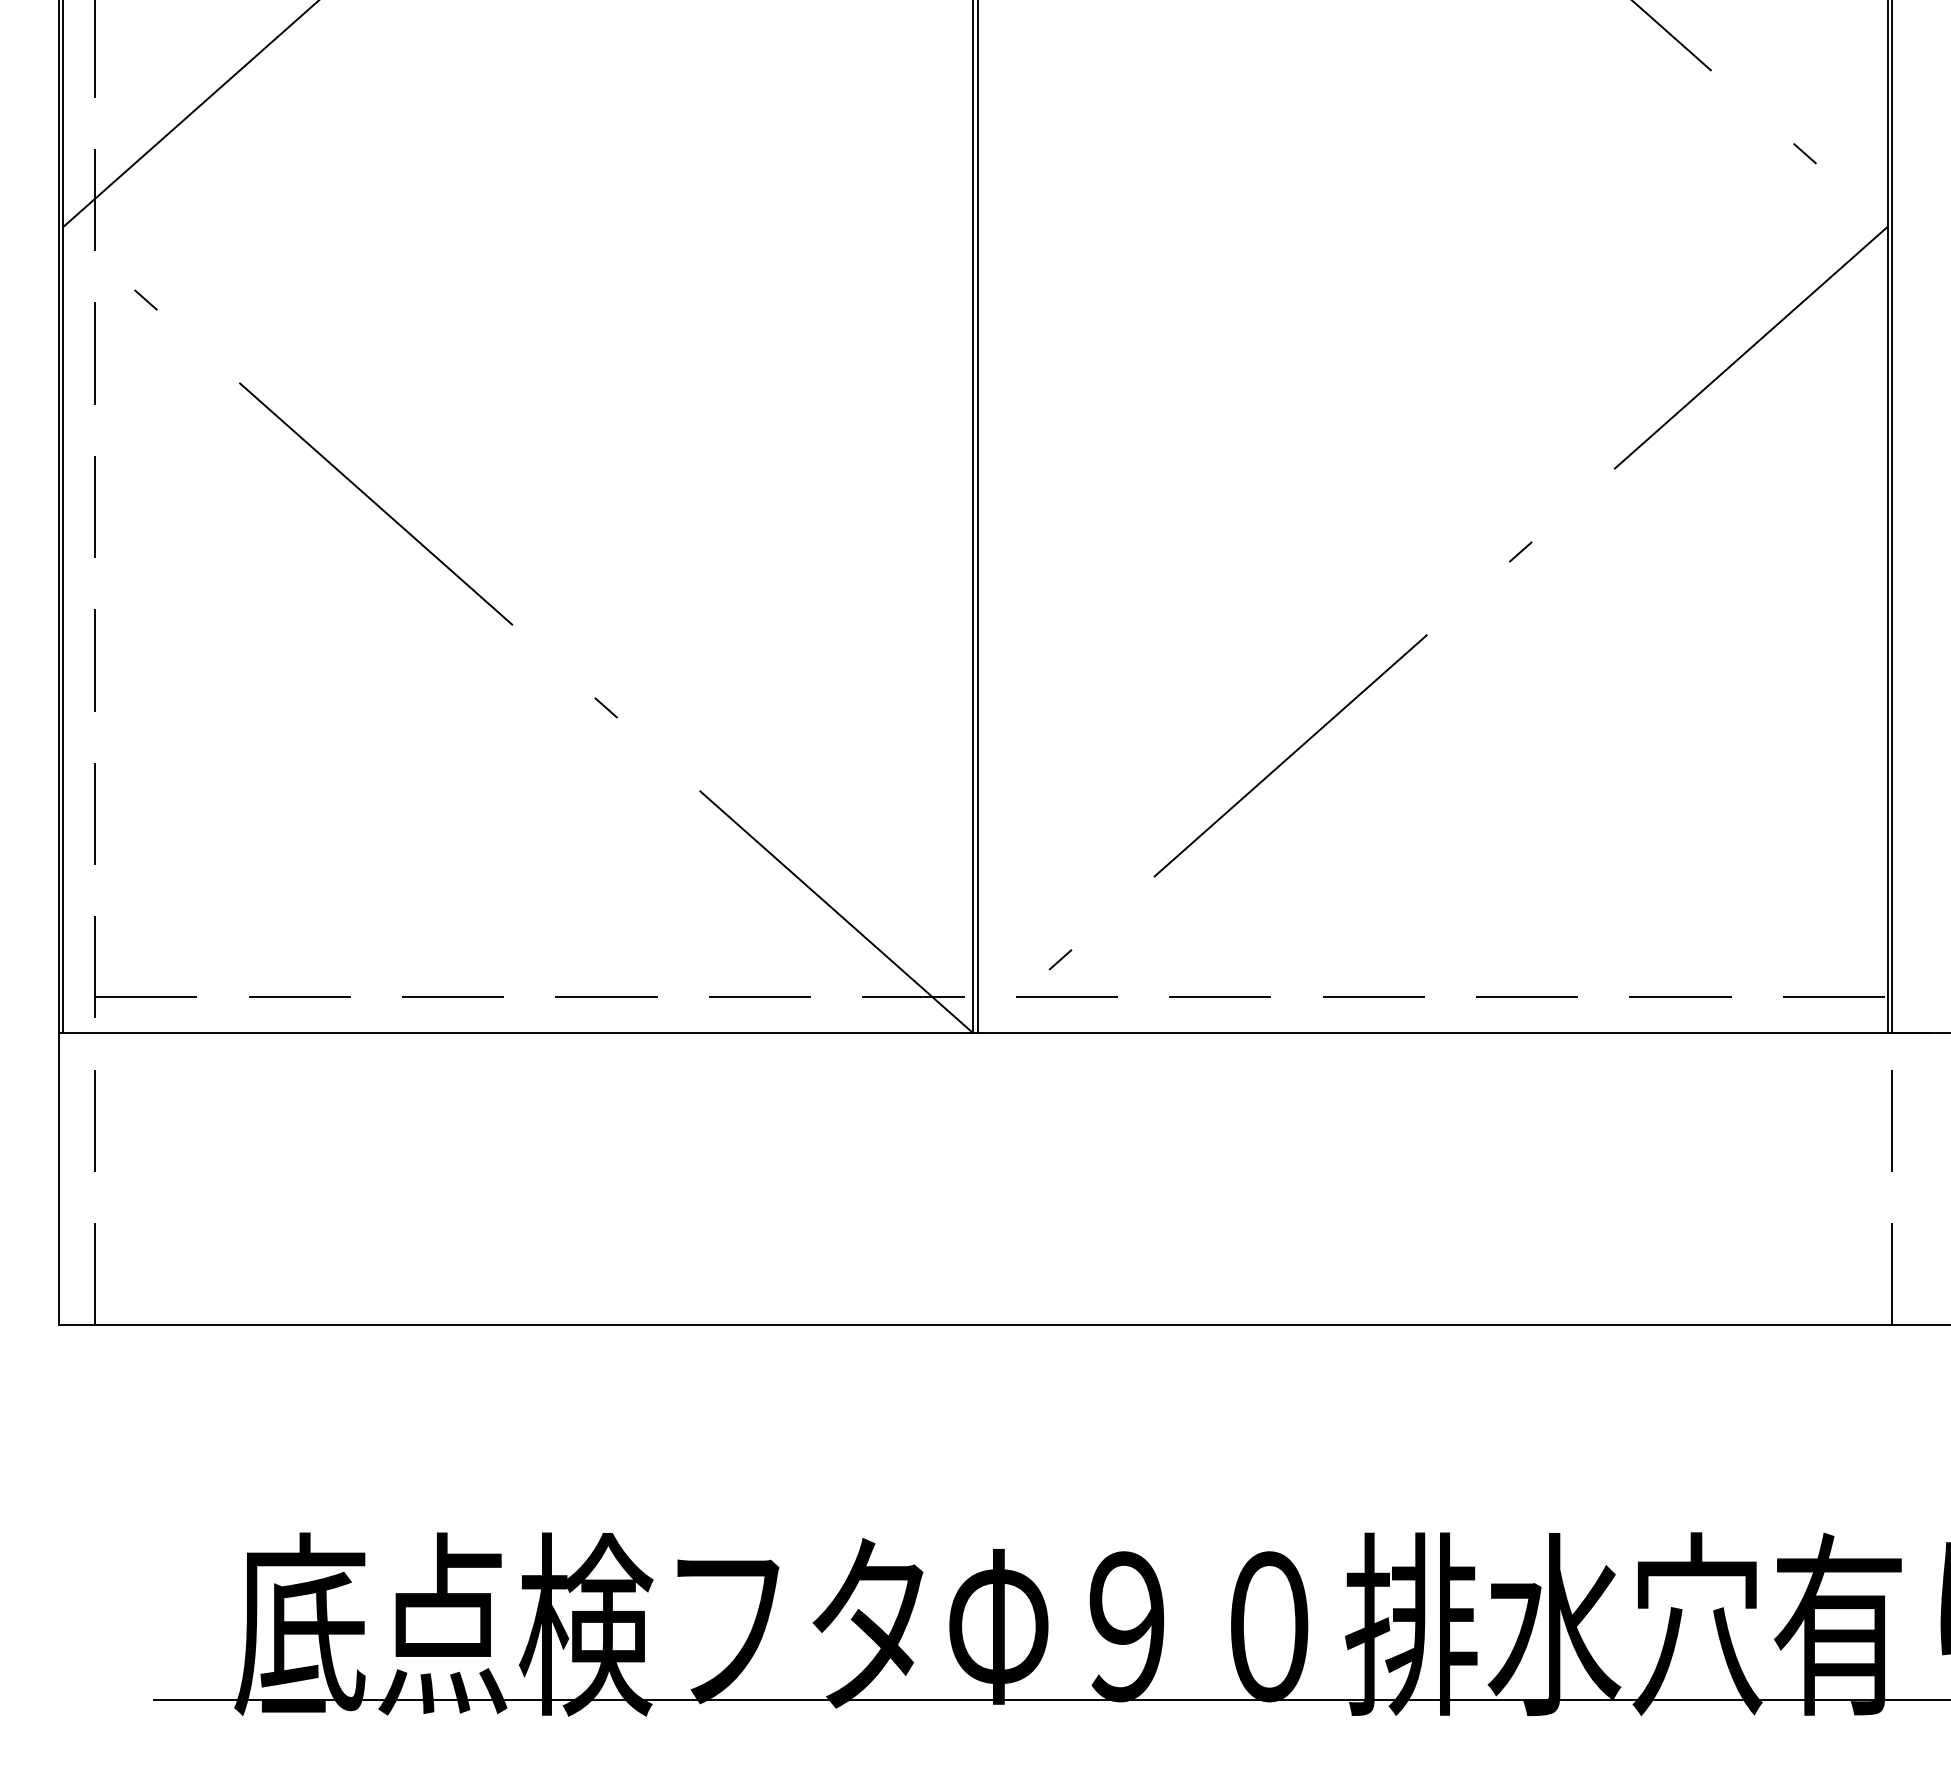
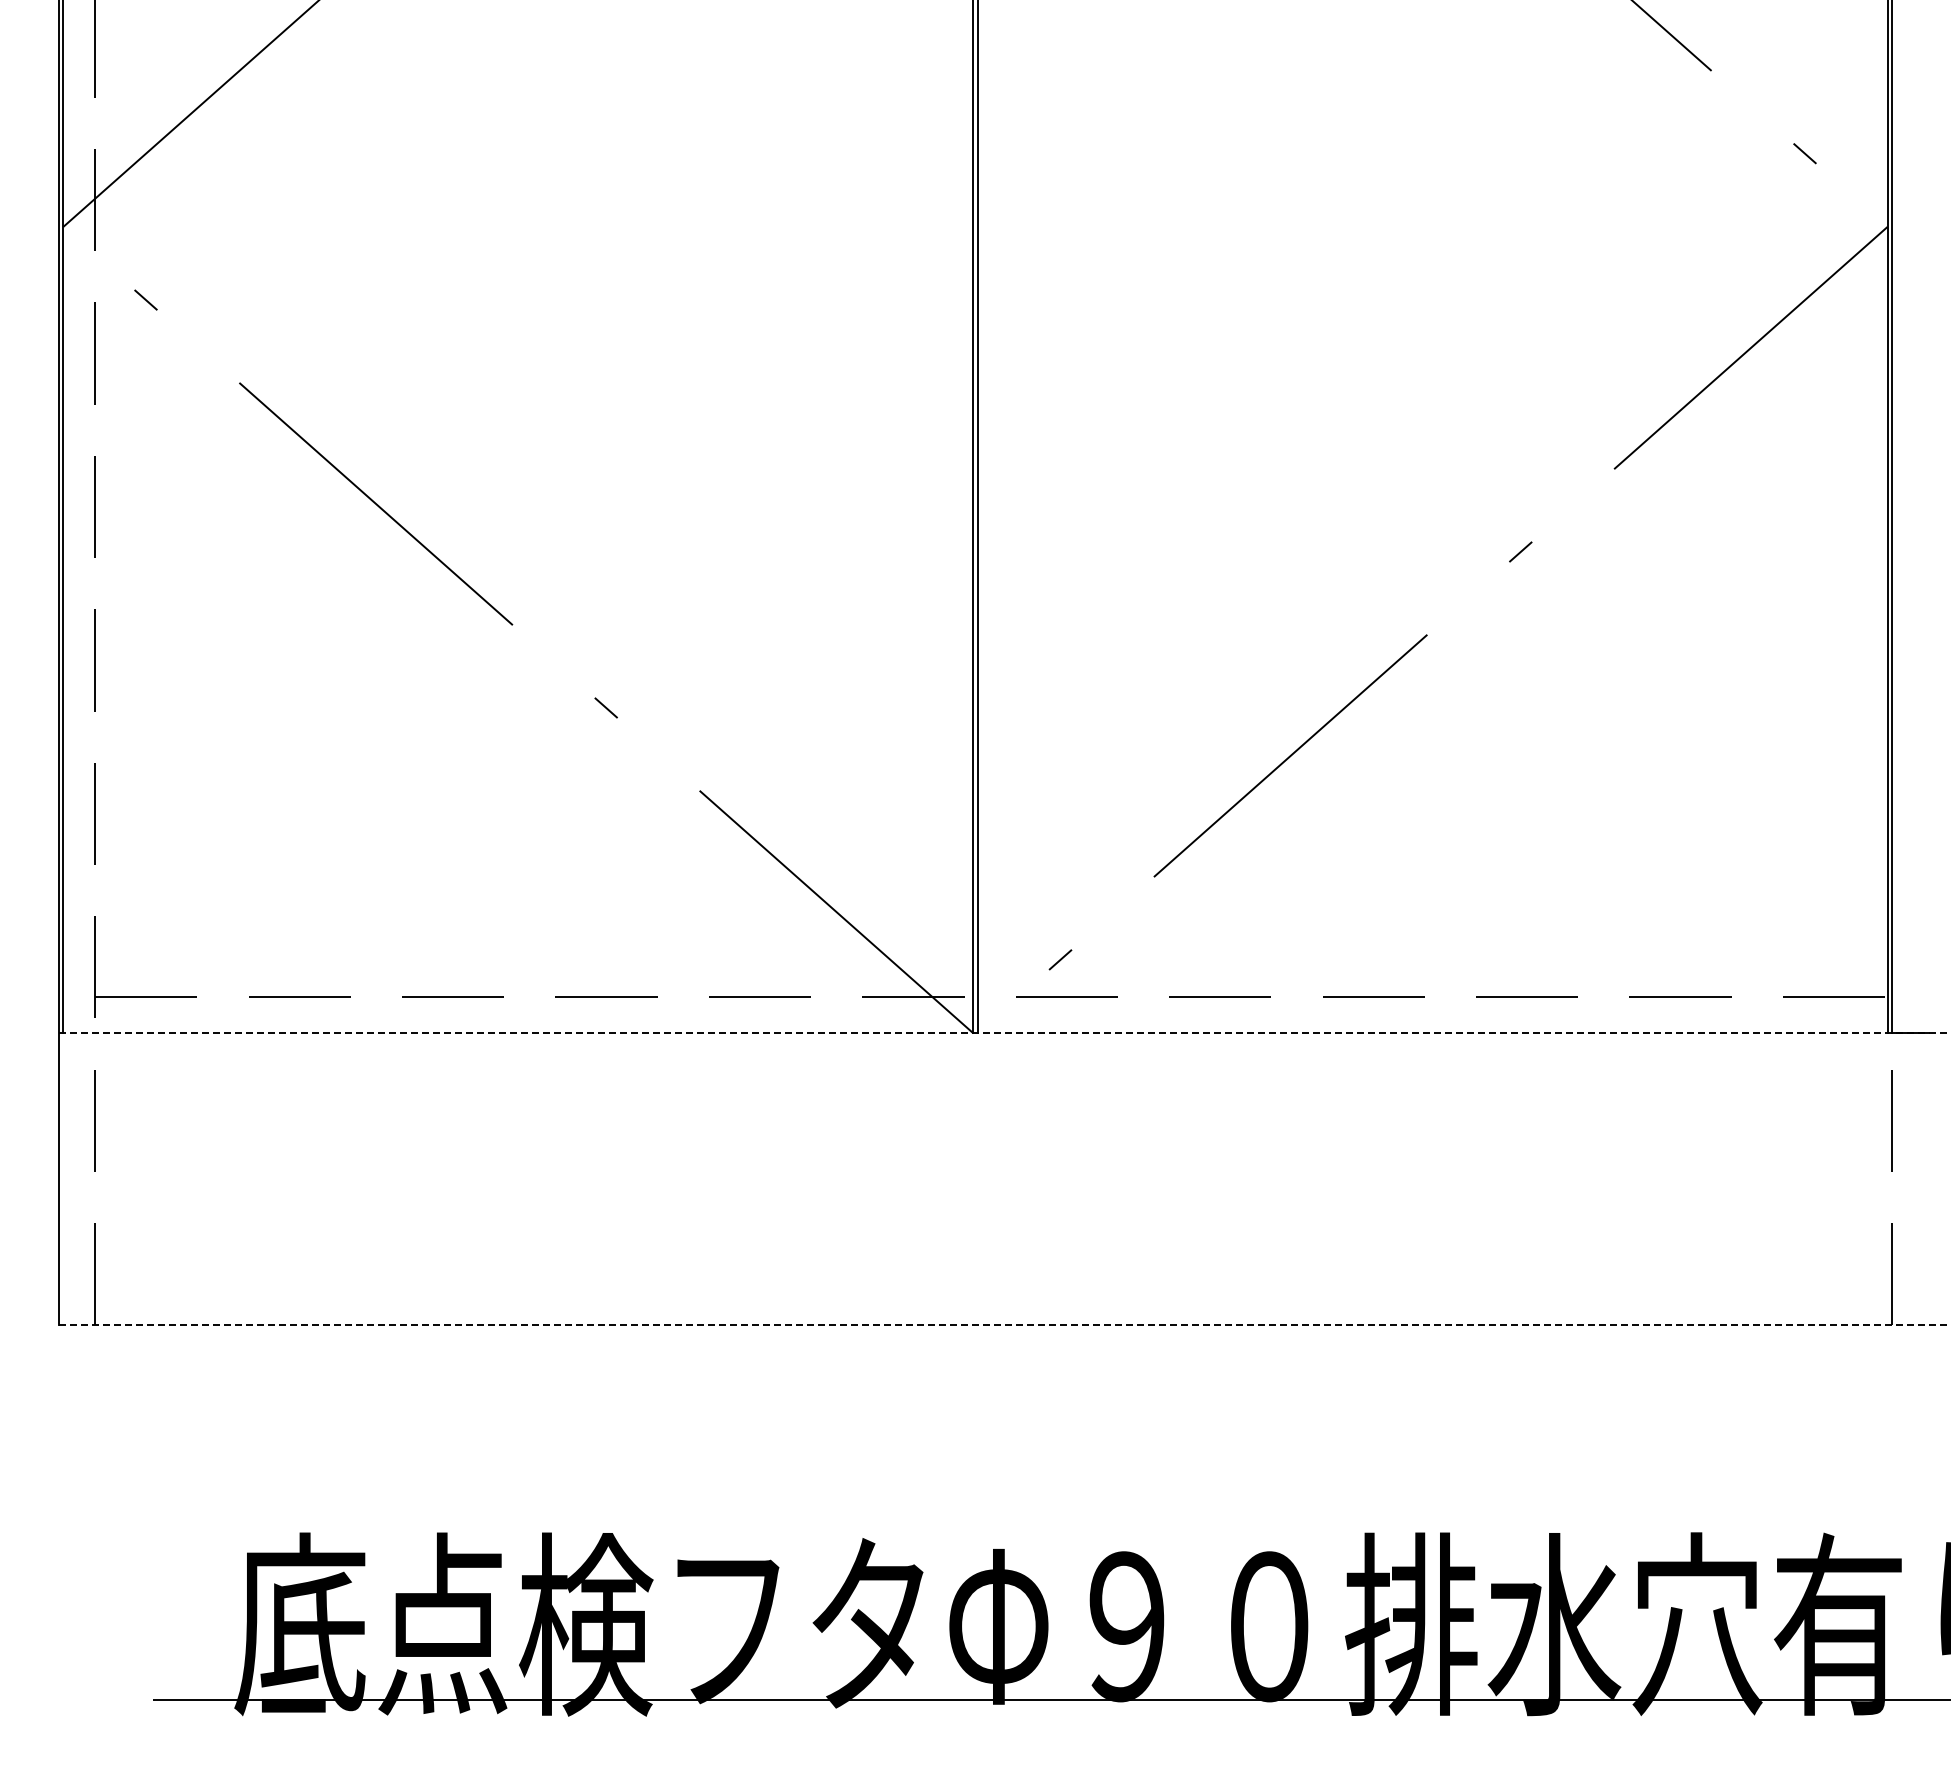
line at (1004, 1033): solid -> dashed
line at (1004, 1325): solid -> dashed
